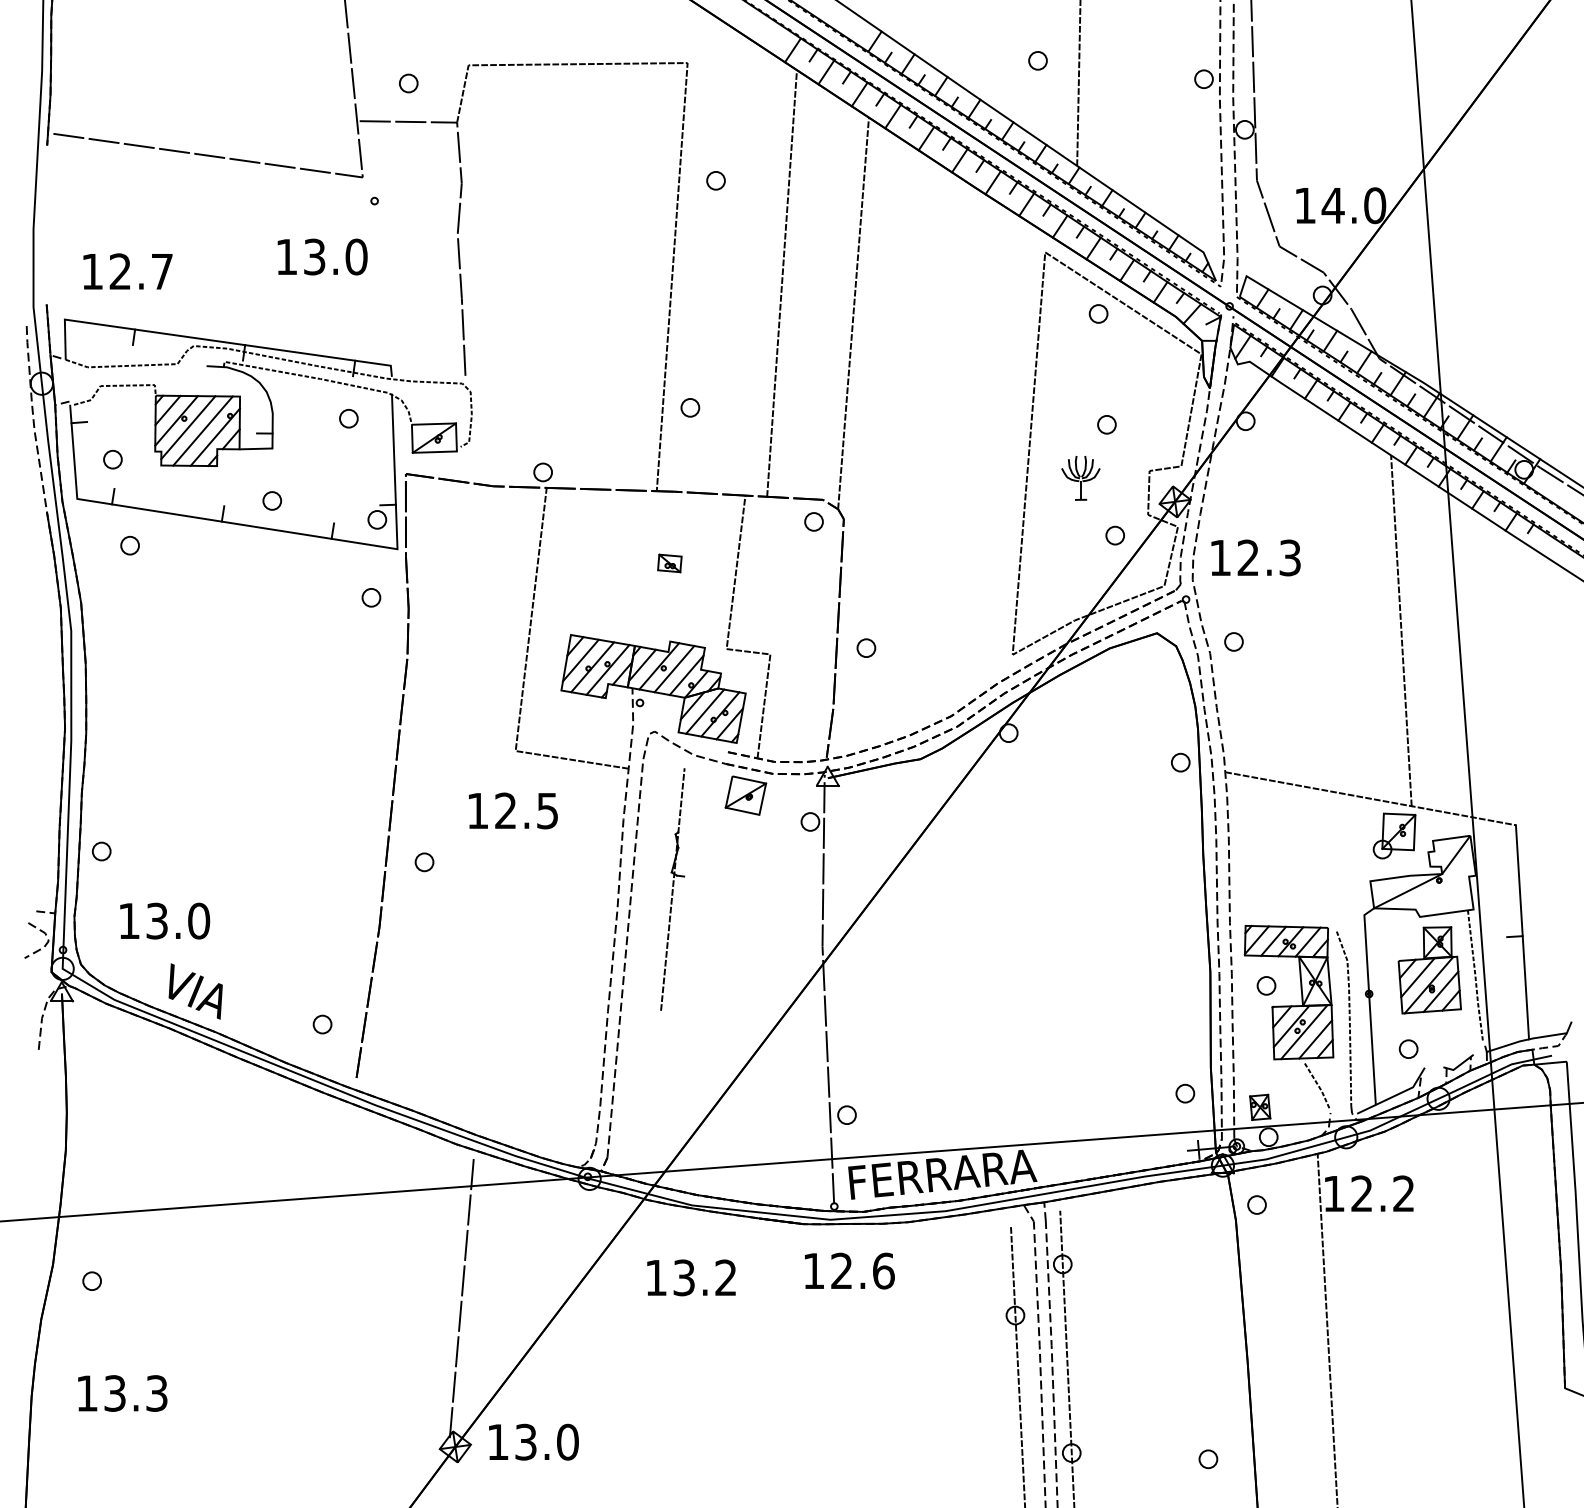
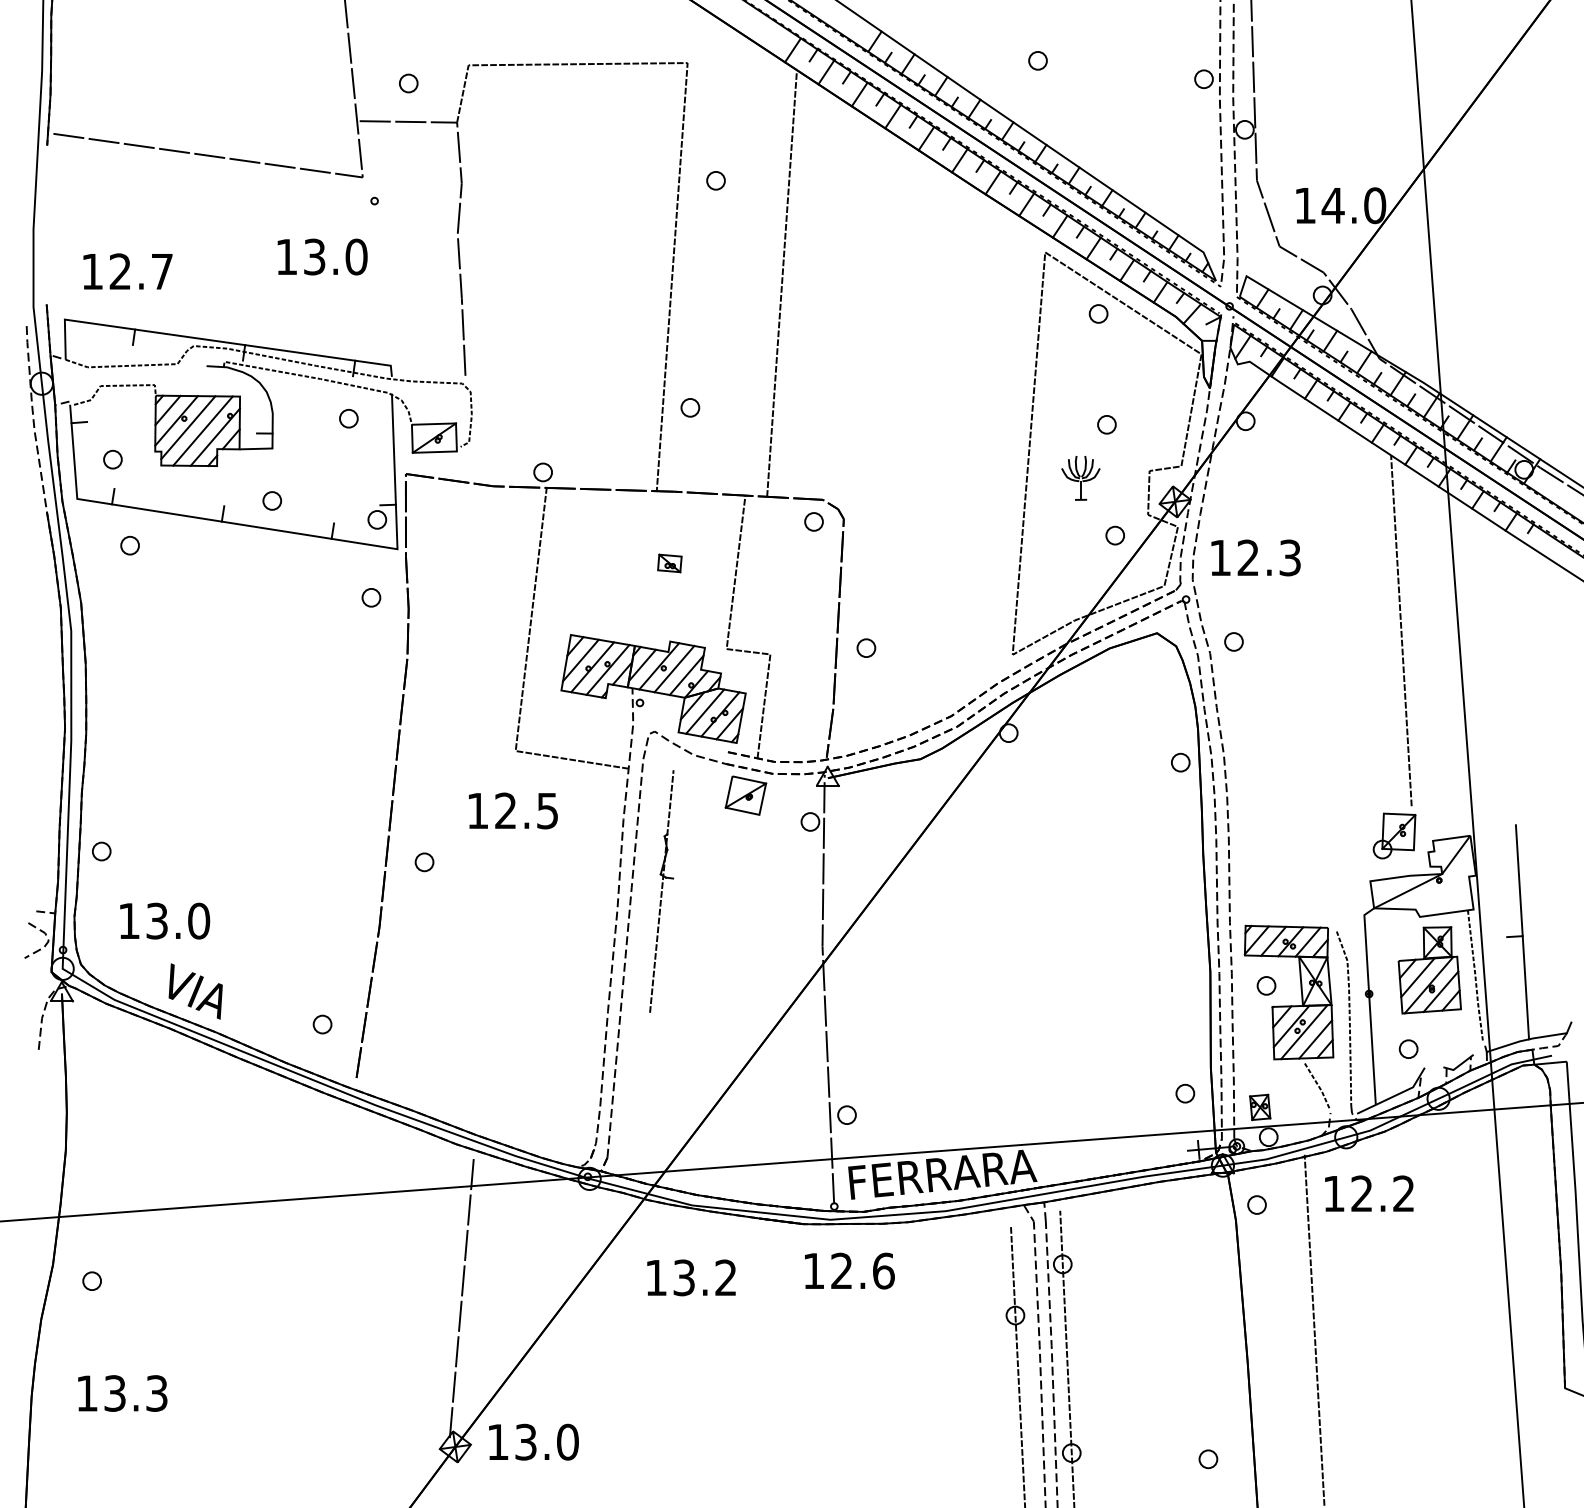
line at (1078, 83): present -> none
line at (853, 313): present -> none
line at (1370, 798): present -> none
part at (672, 889) position: (672, 889) -> (661, 891)
line at (1327, 1328) position: (1327, 1328) -> (1314, 1329)
